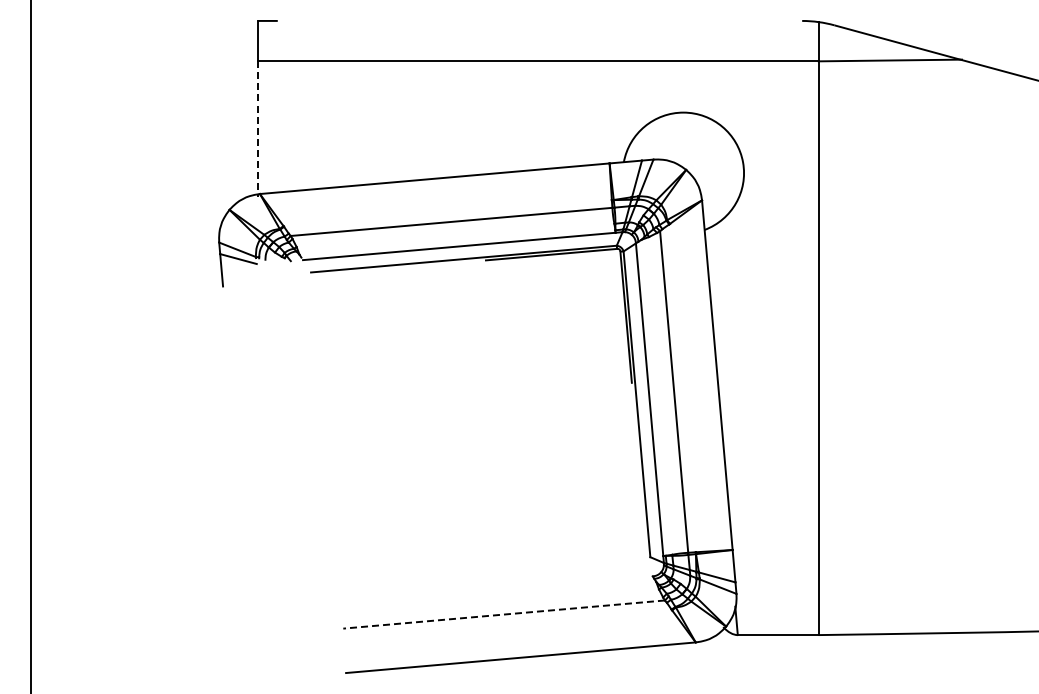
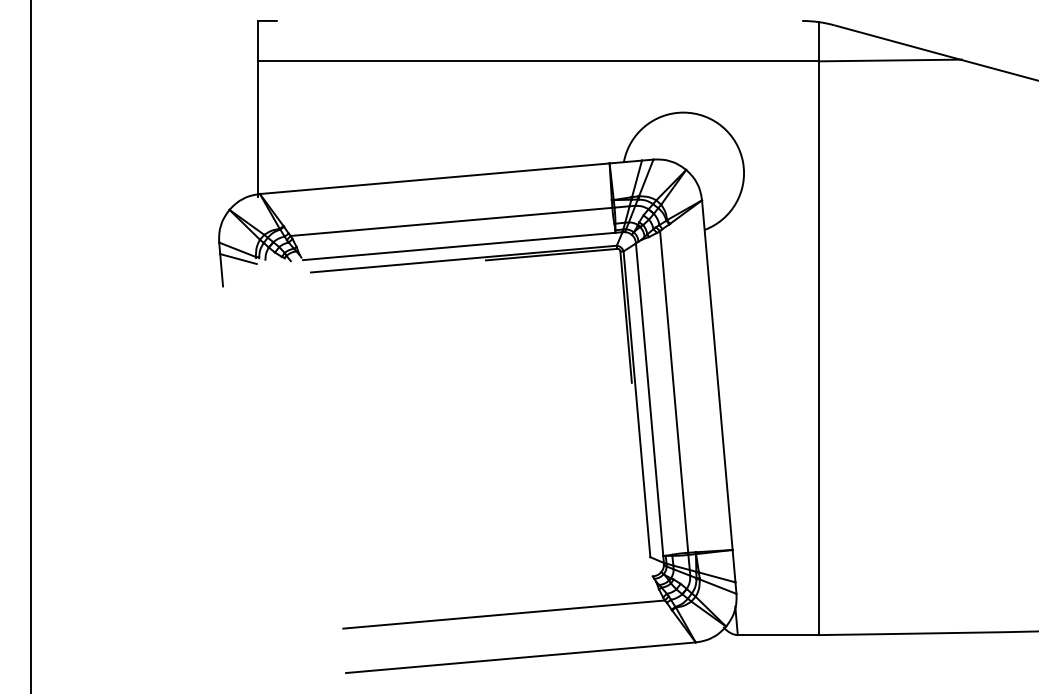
line at (257, 128): dashed -> solid
line at (503, 614): dashed -> solid
